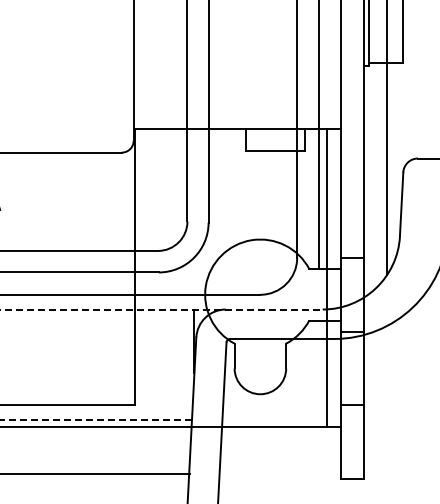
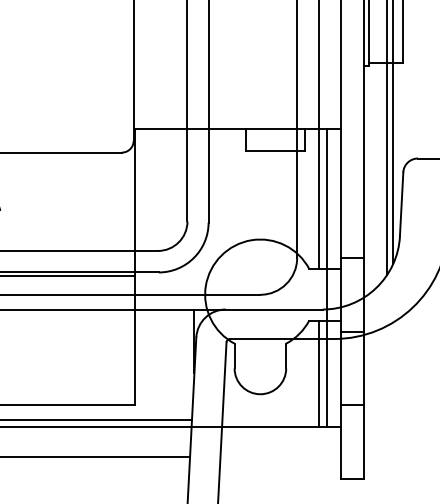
line at (393, 133): none -> present
line at (68, 276): none -> present
line at (161, 309): dashed -> solid
line at (319, 373): none -> present
line at (96, 420): dashed -> solid
line at (96, 473) position: (96, 473) -> (96, 456)
